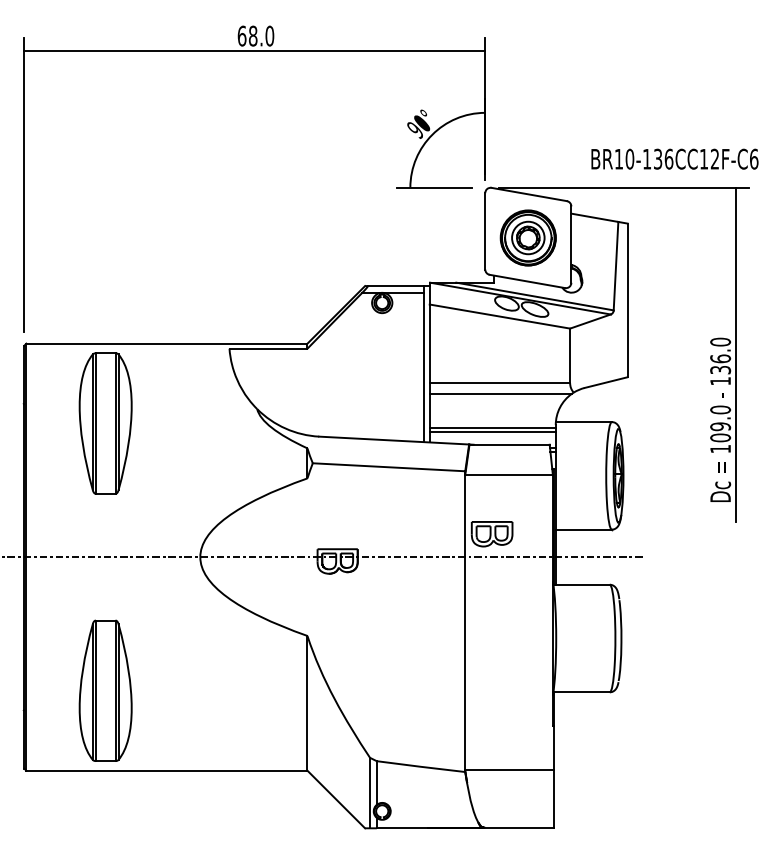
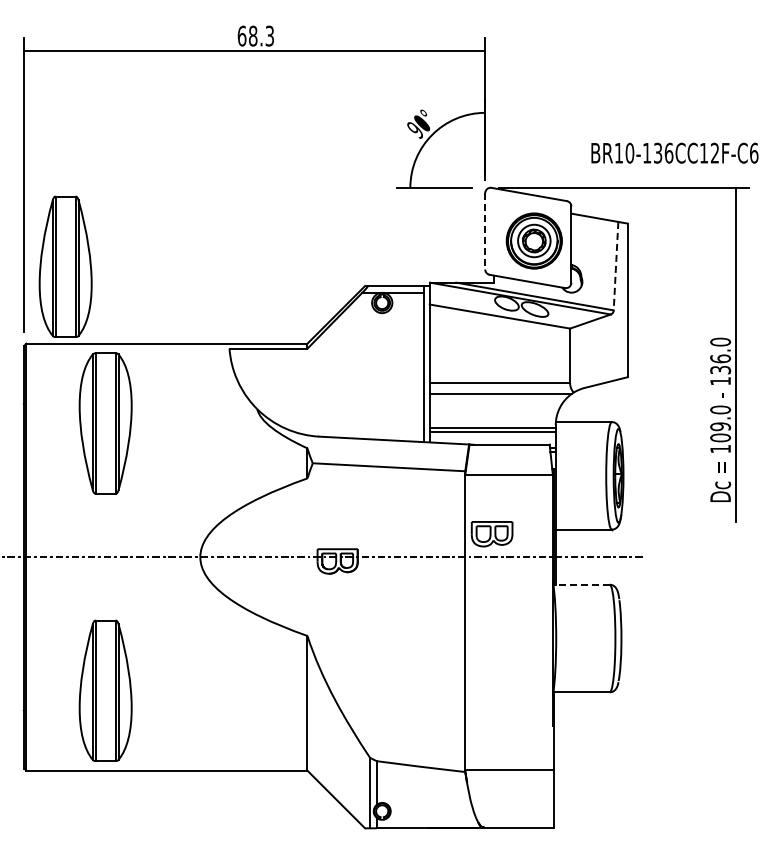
text at (269, 35): 68.0 -> 68.3
text at (674, 158) position: (674, 158) -> (674, 152)
line at (485, 231): solid -> dashed
part at (527, 237) position: (527, 237) -> (533, 240)
part at (65, 266): none -> present
line at (616, 266): solid -> dashed
line at (581, 584): solid -> dashed
